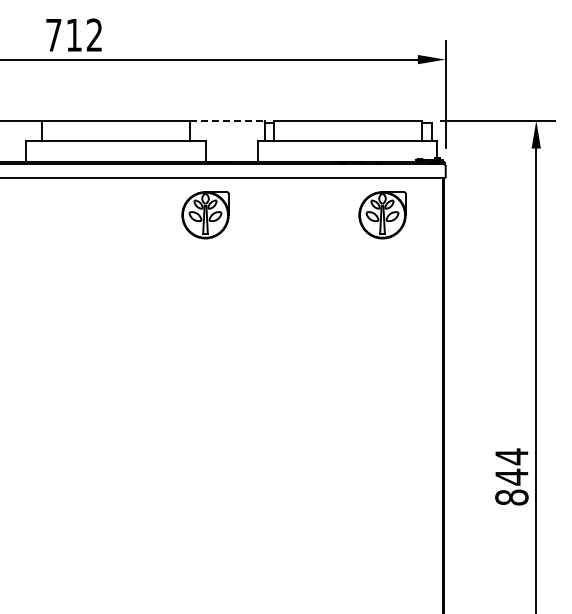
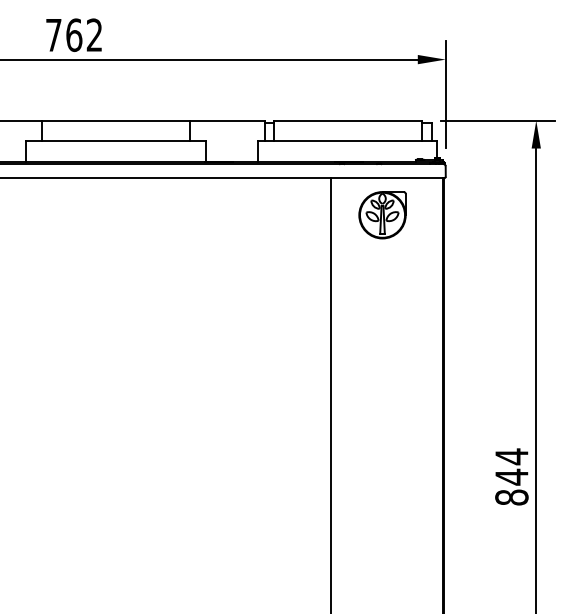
text at (74, 35): 712 -> 762
line at (228, 120): dashed -> solid
part at (205, 215): present -> none
line at (331, 394): none -> present
